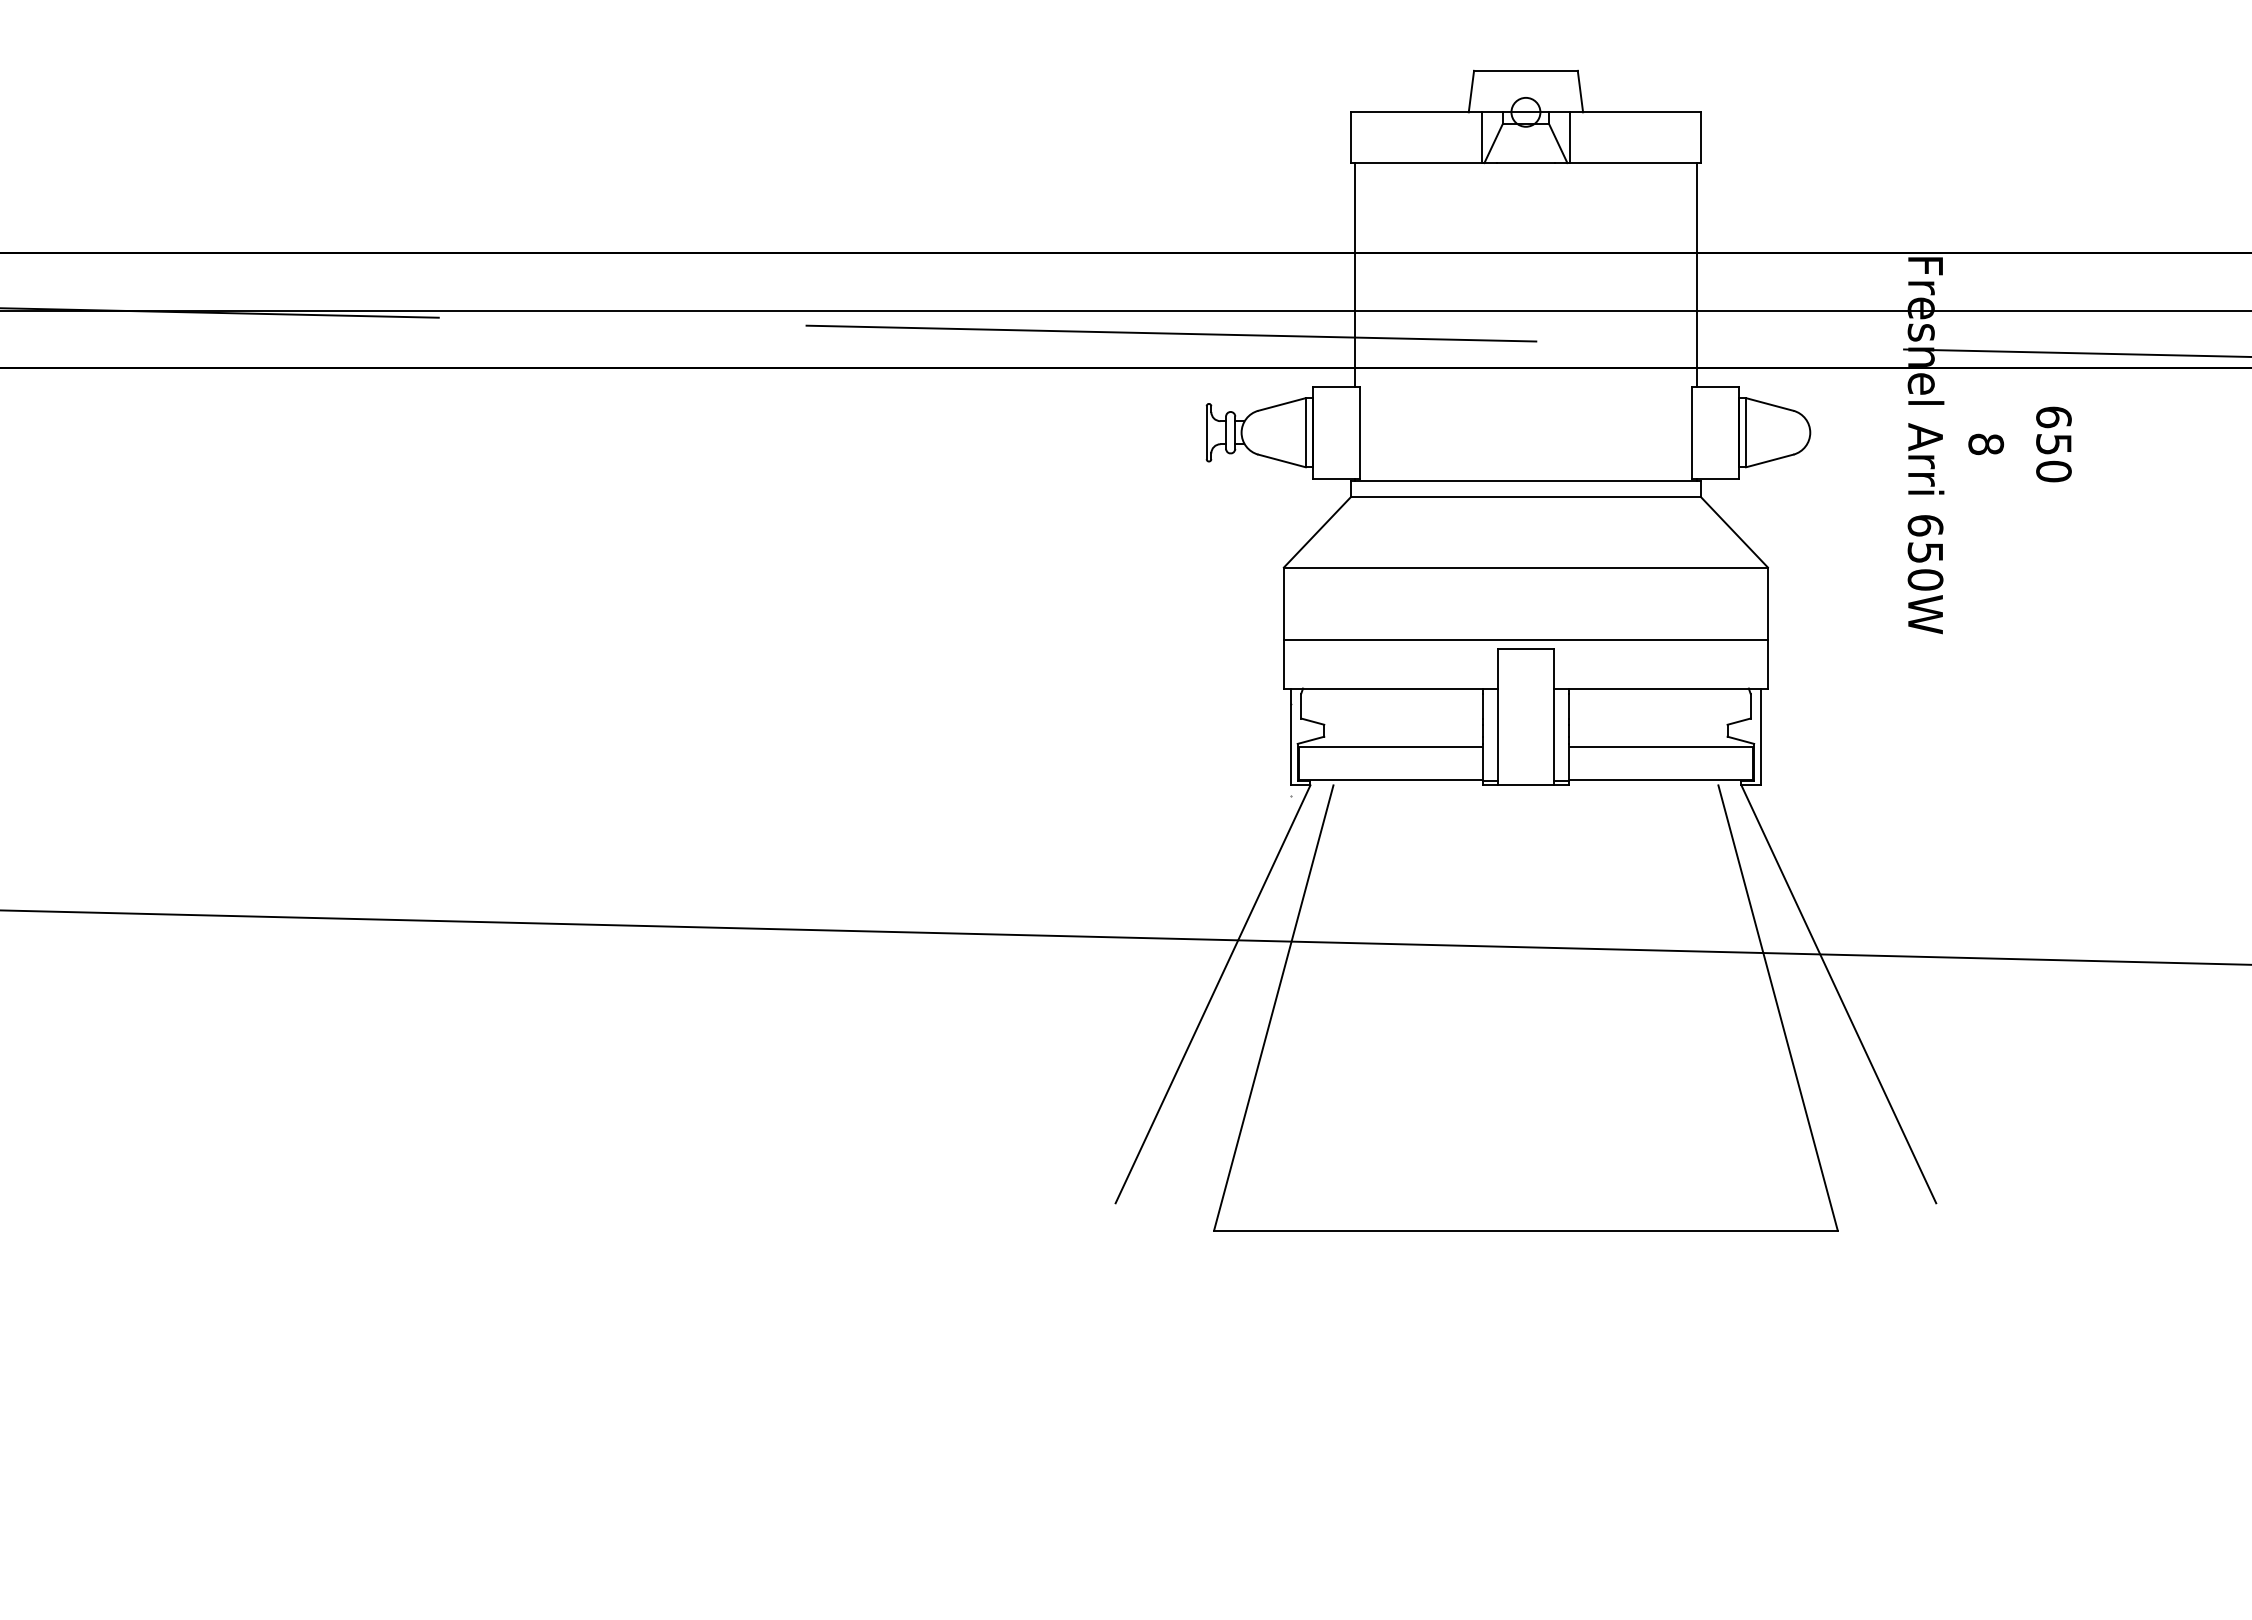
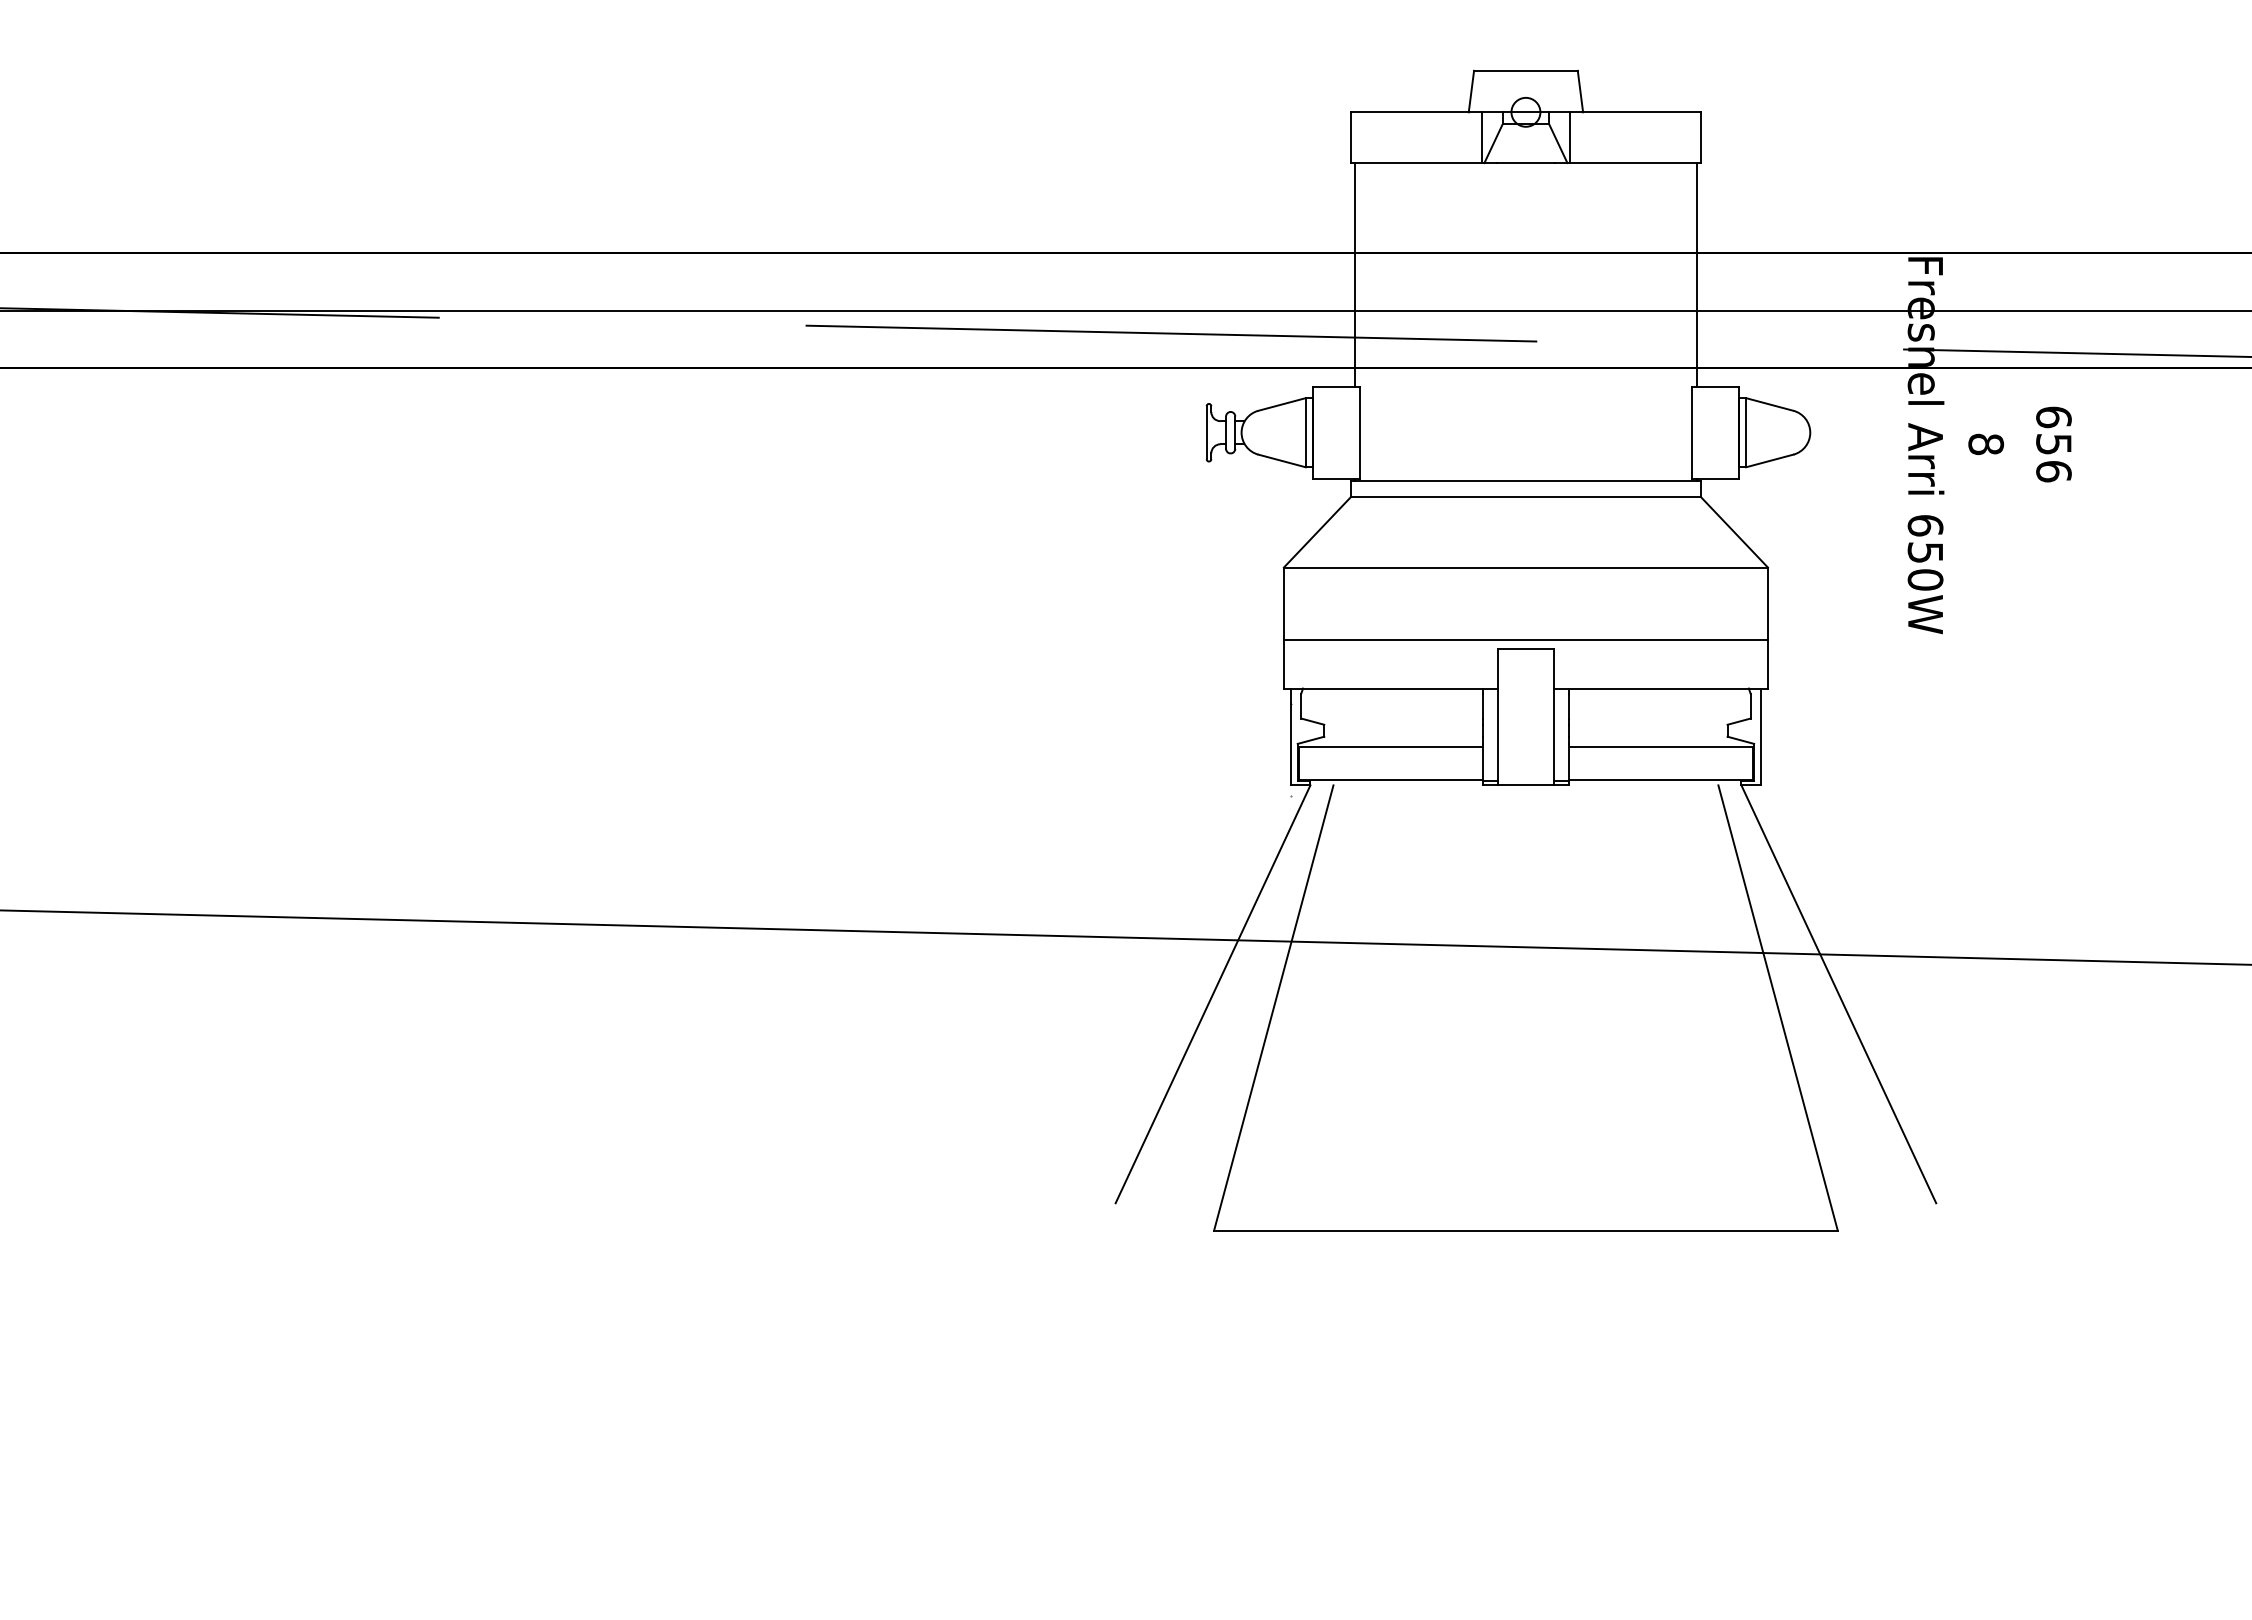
text at (2053, 471): 650 -> 656
